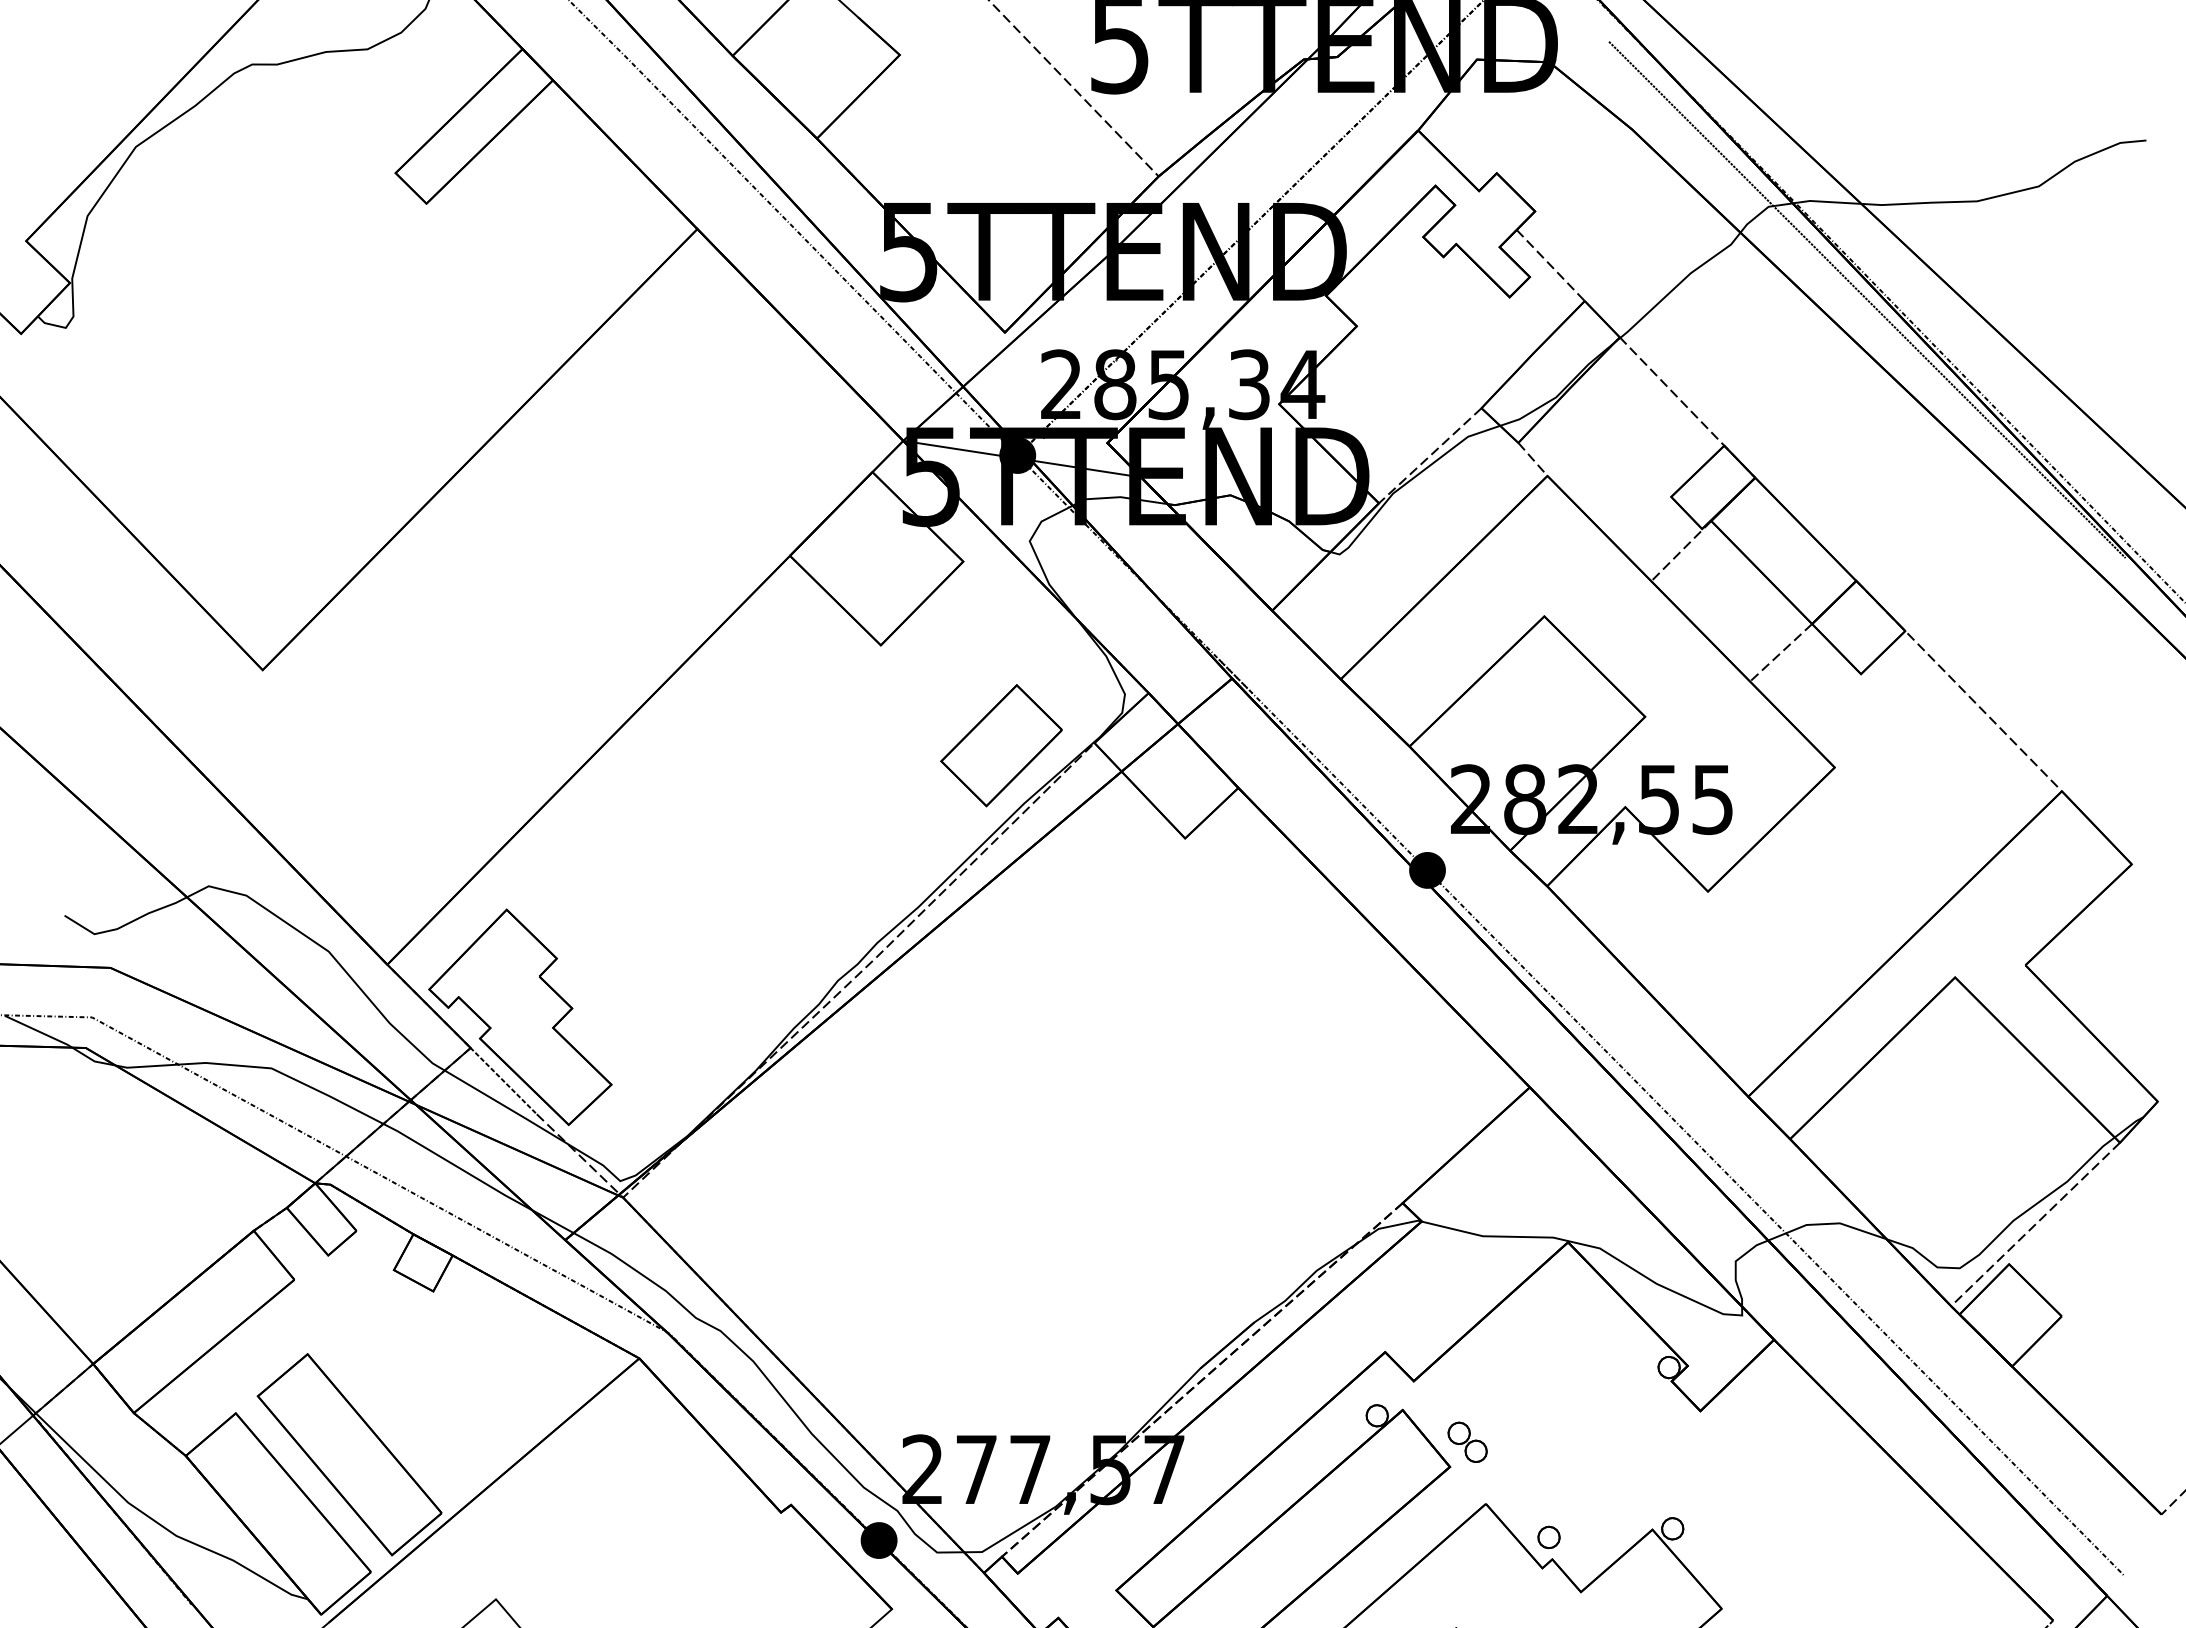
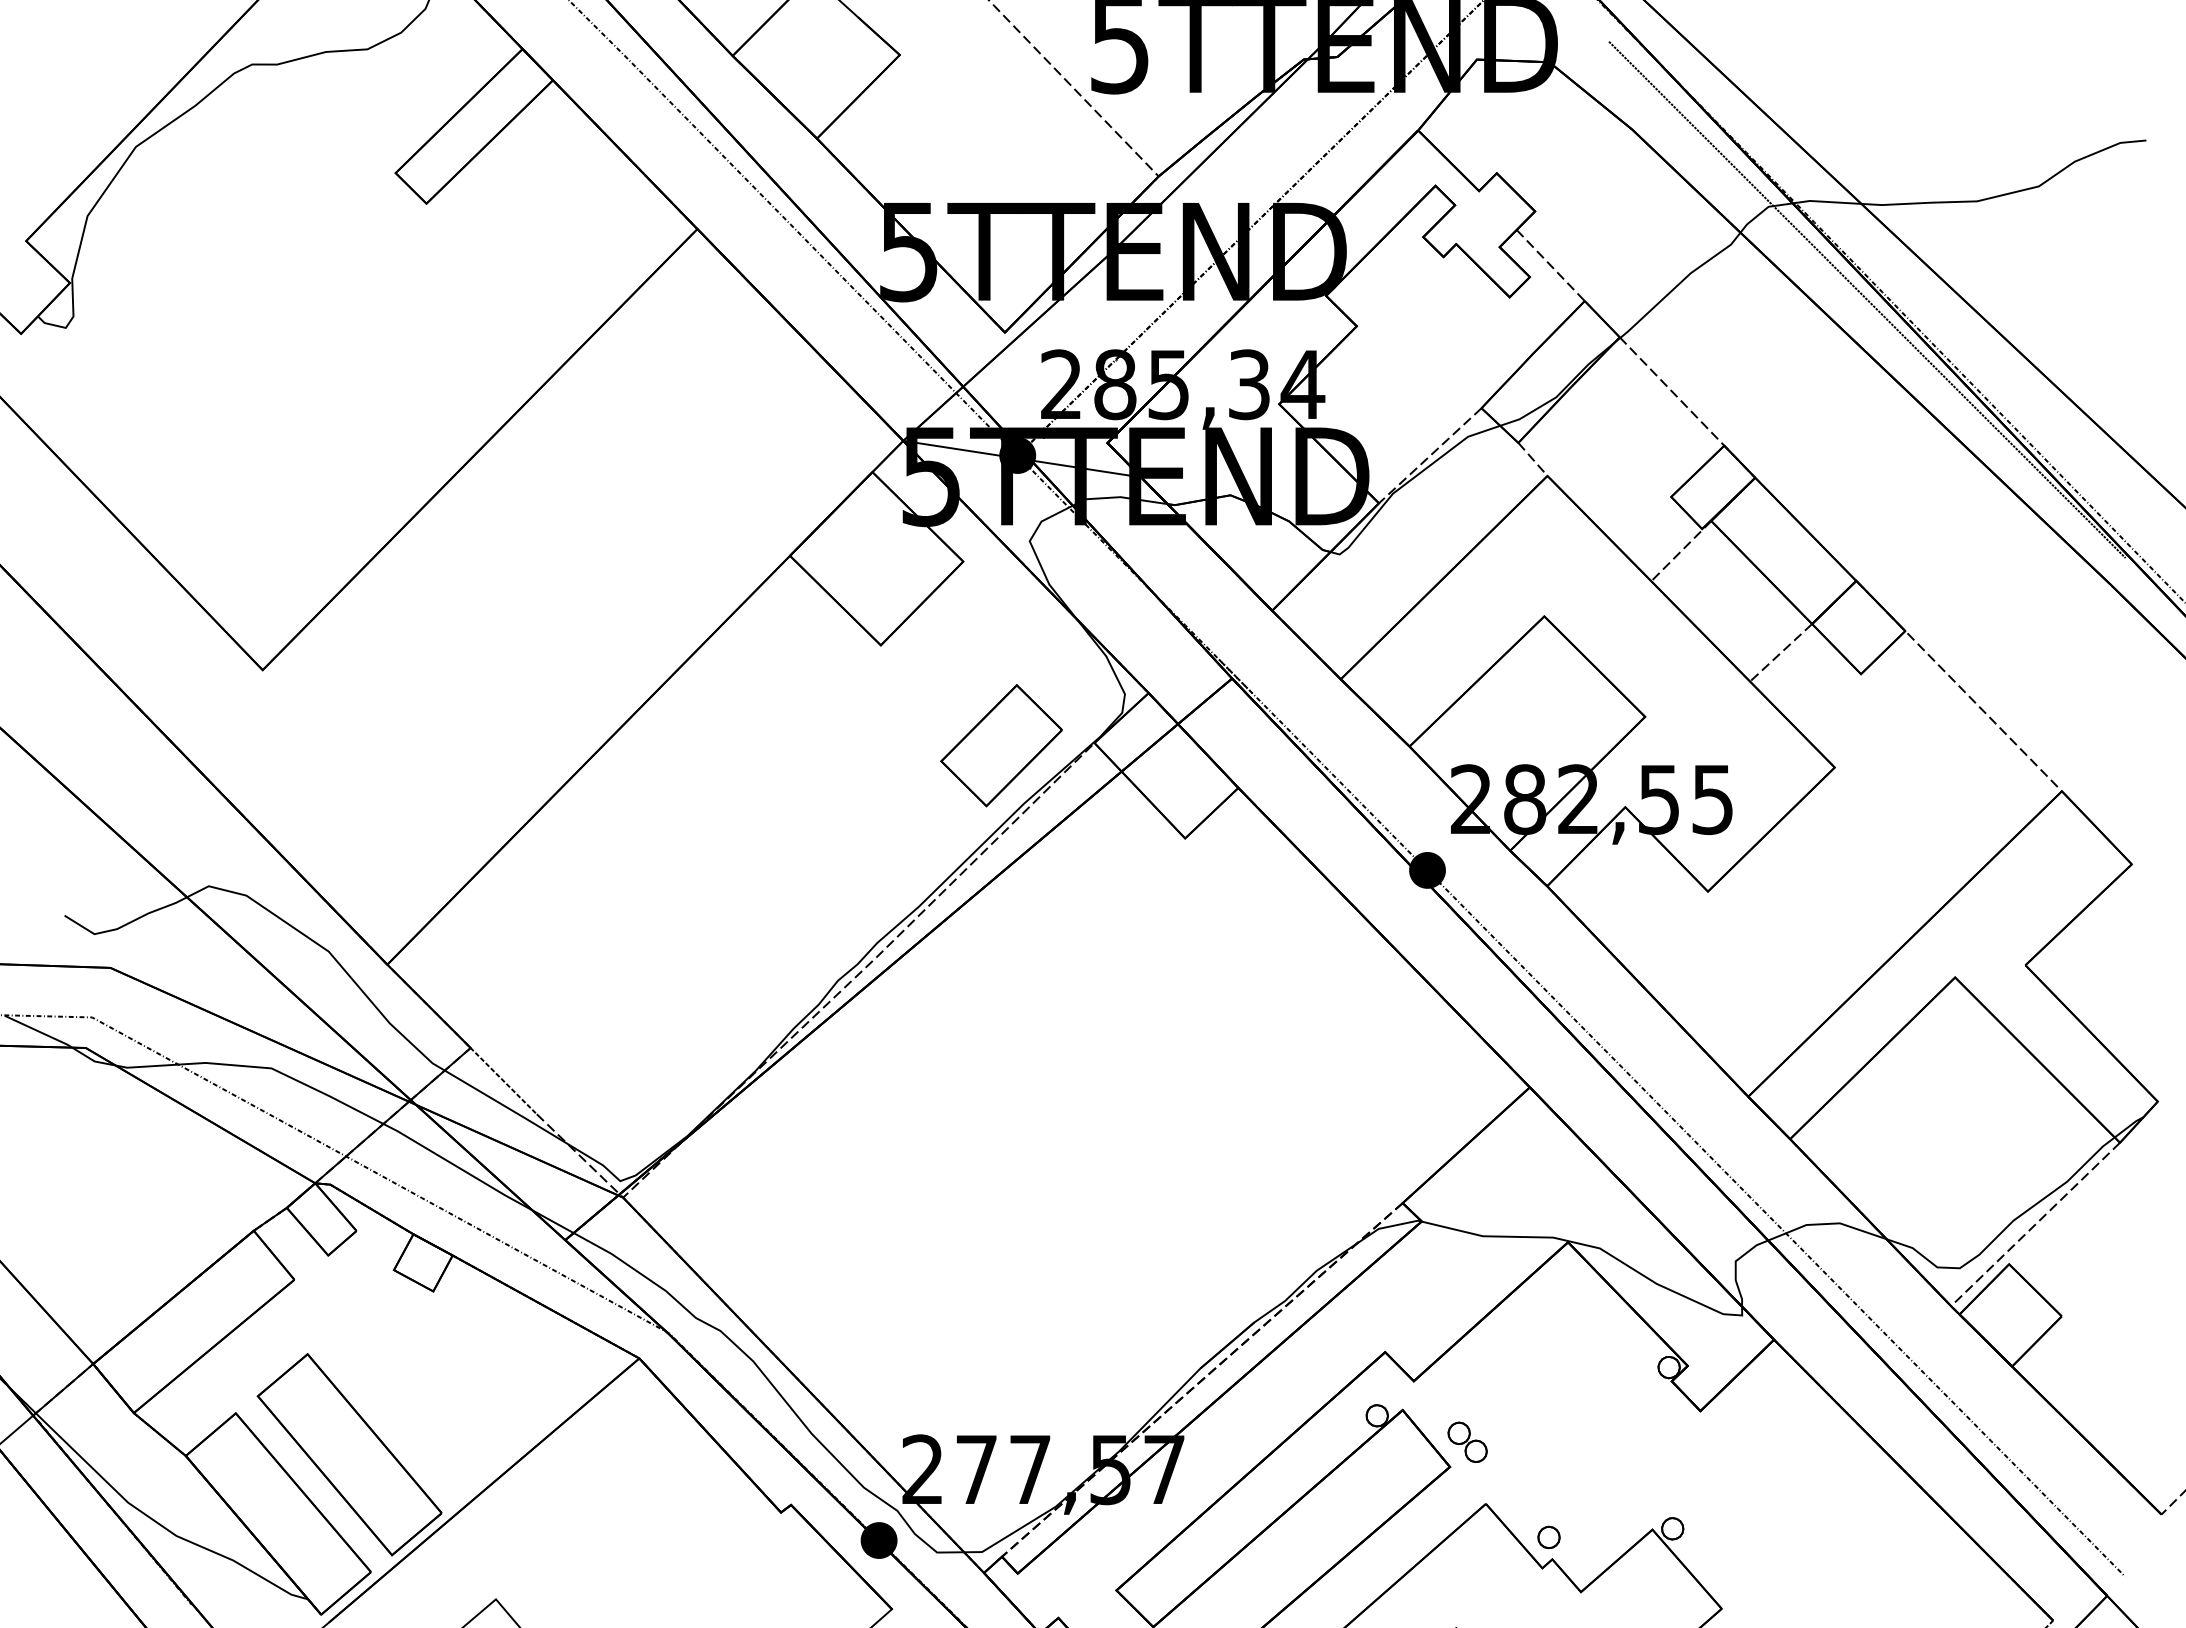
part at (520, 1016): present -> none
